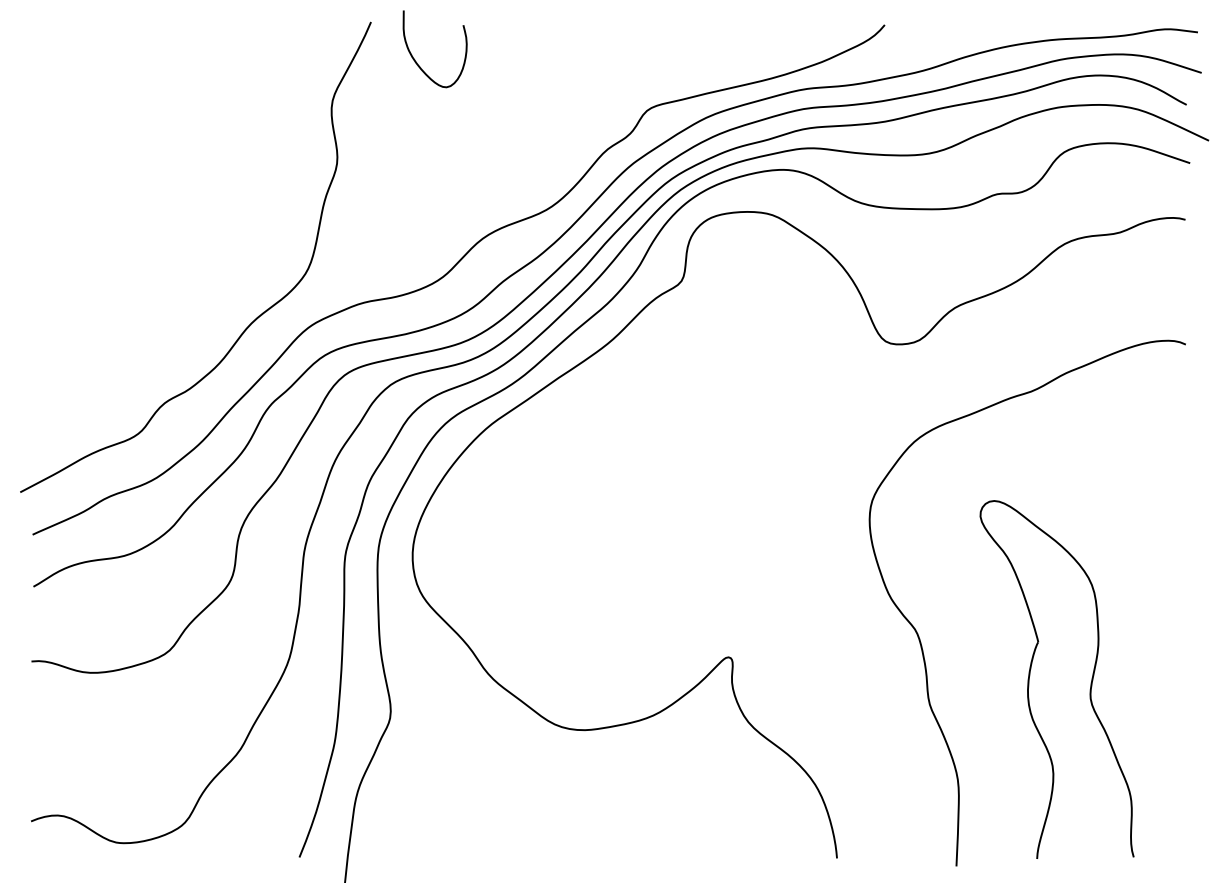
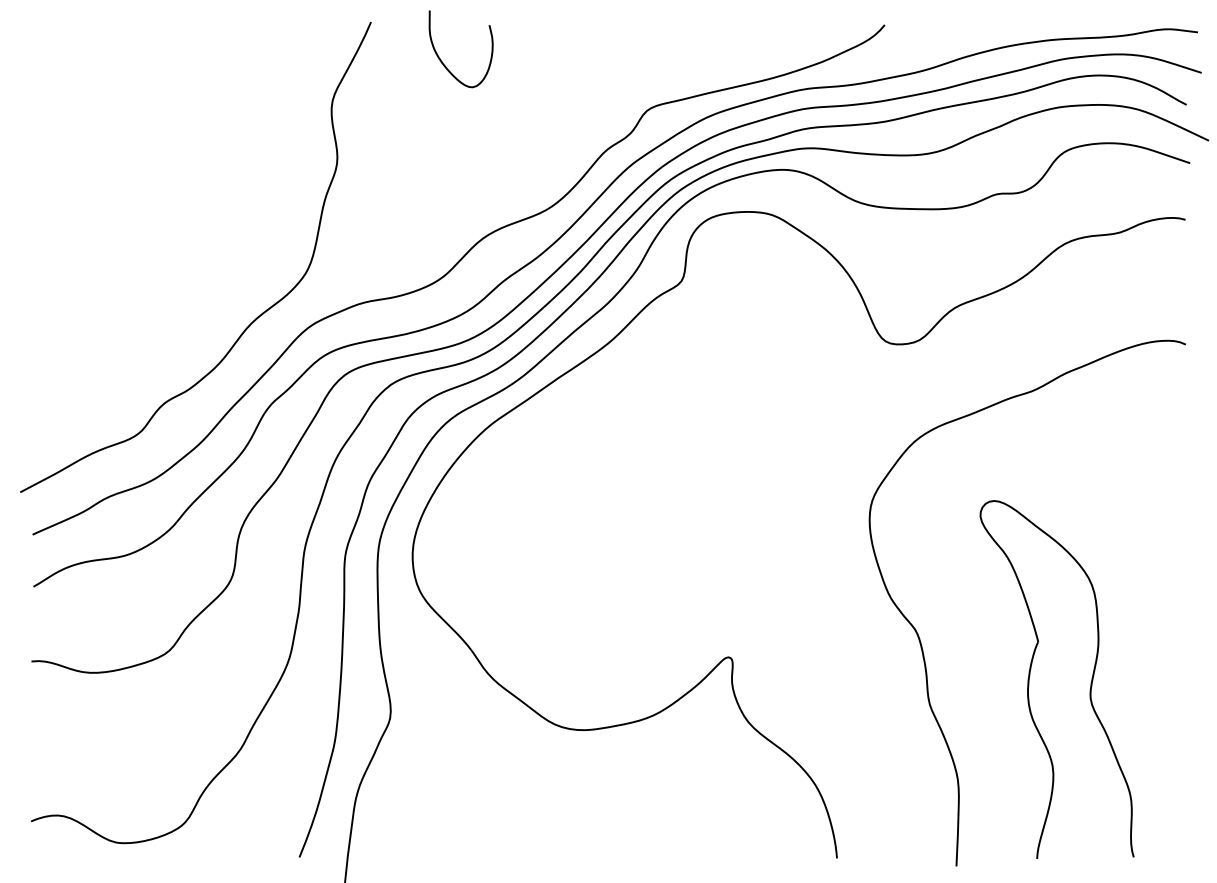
curve at (417, 62) position: (417, 62) -> (443, 62)
